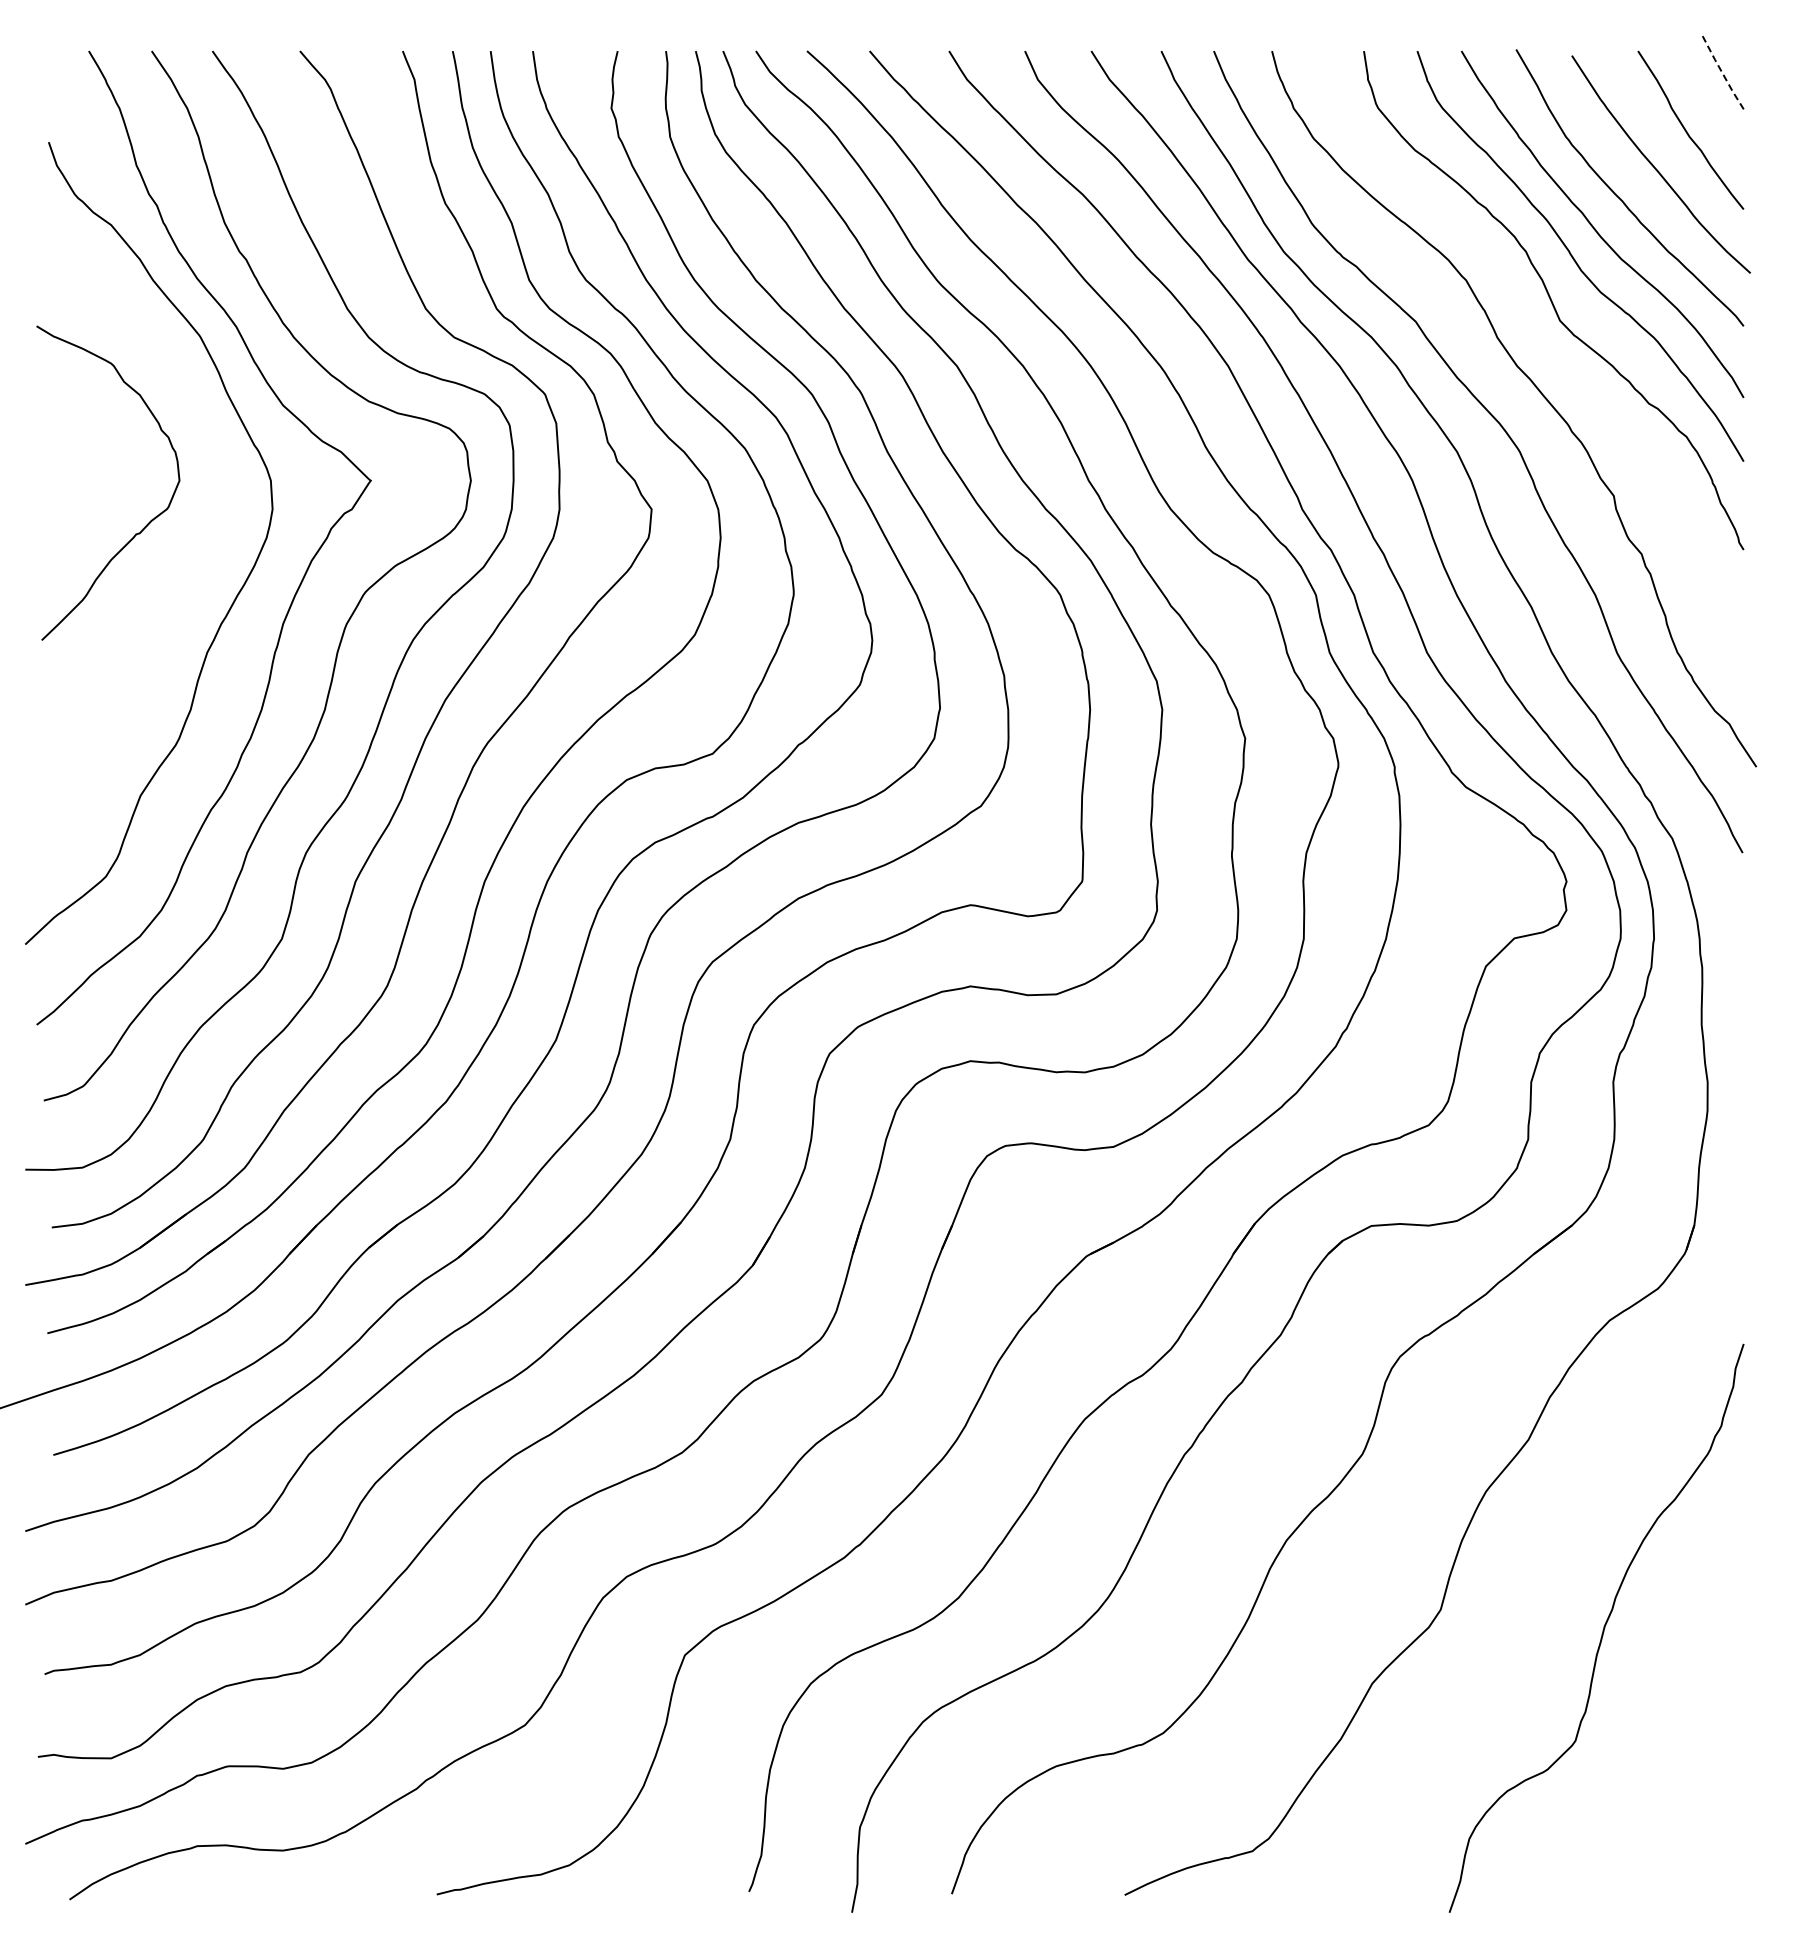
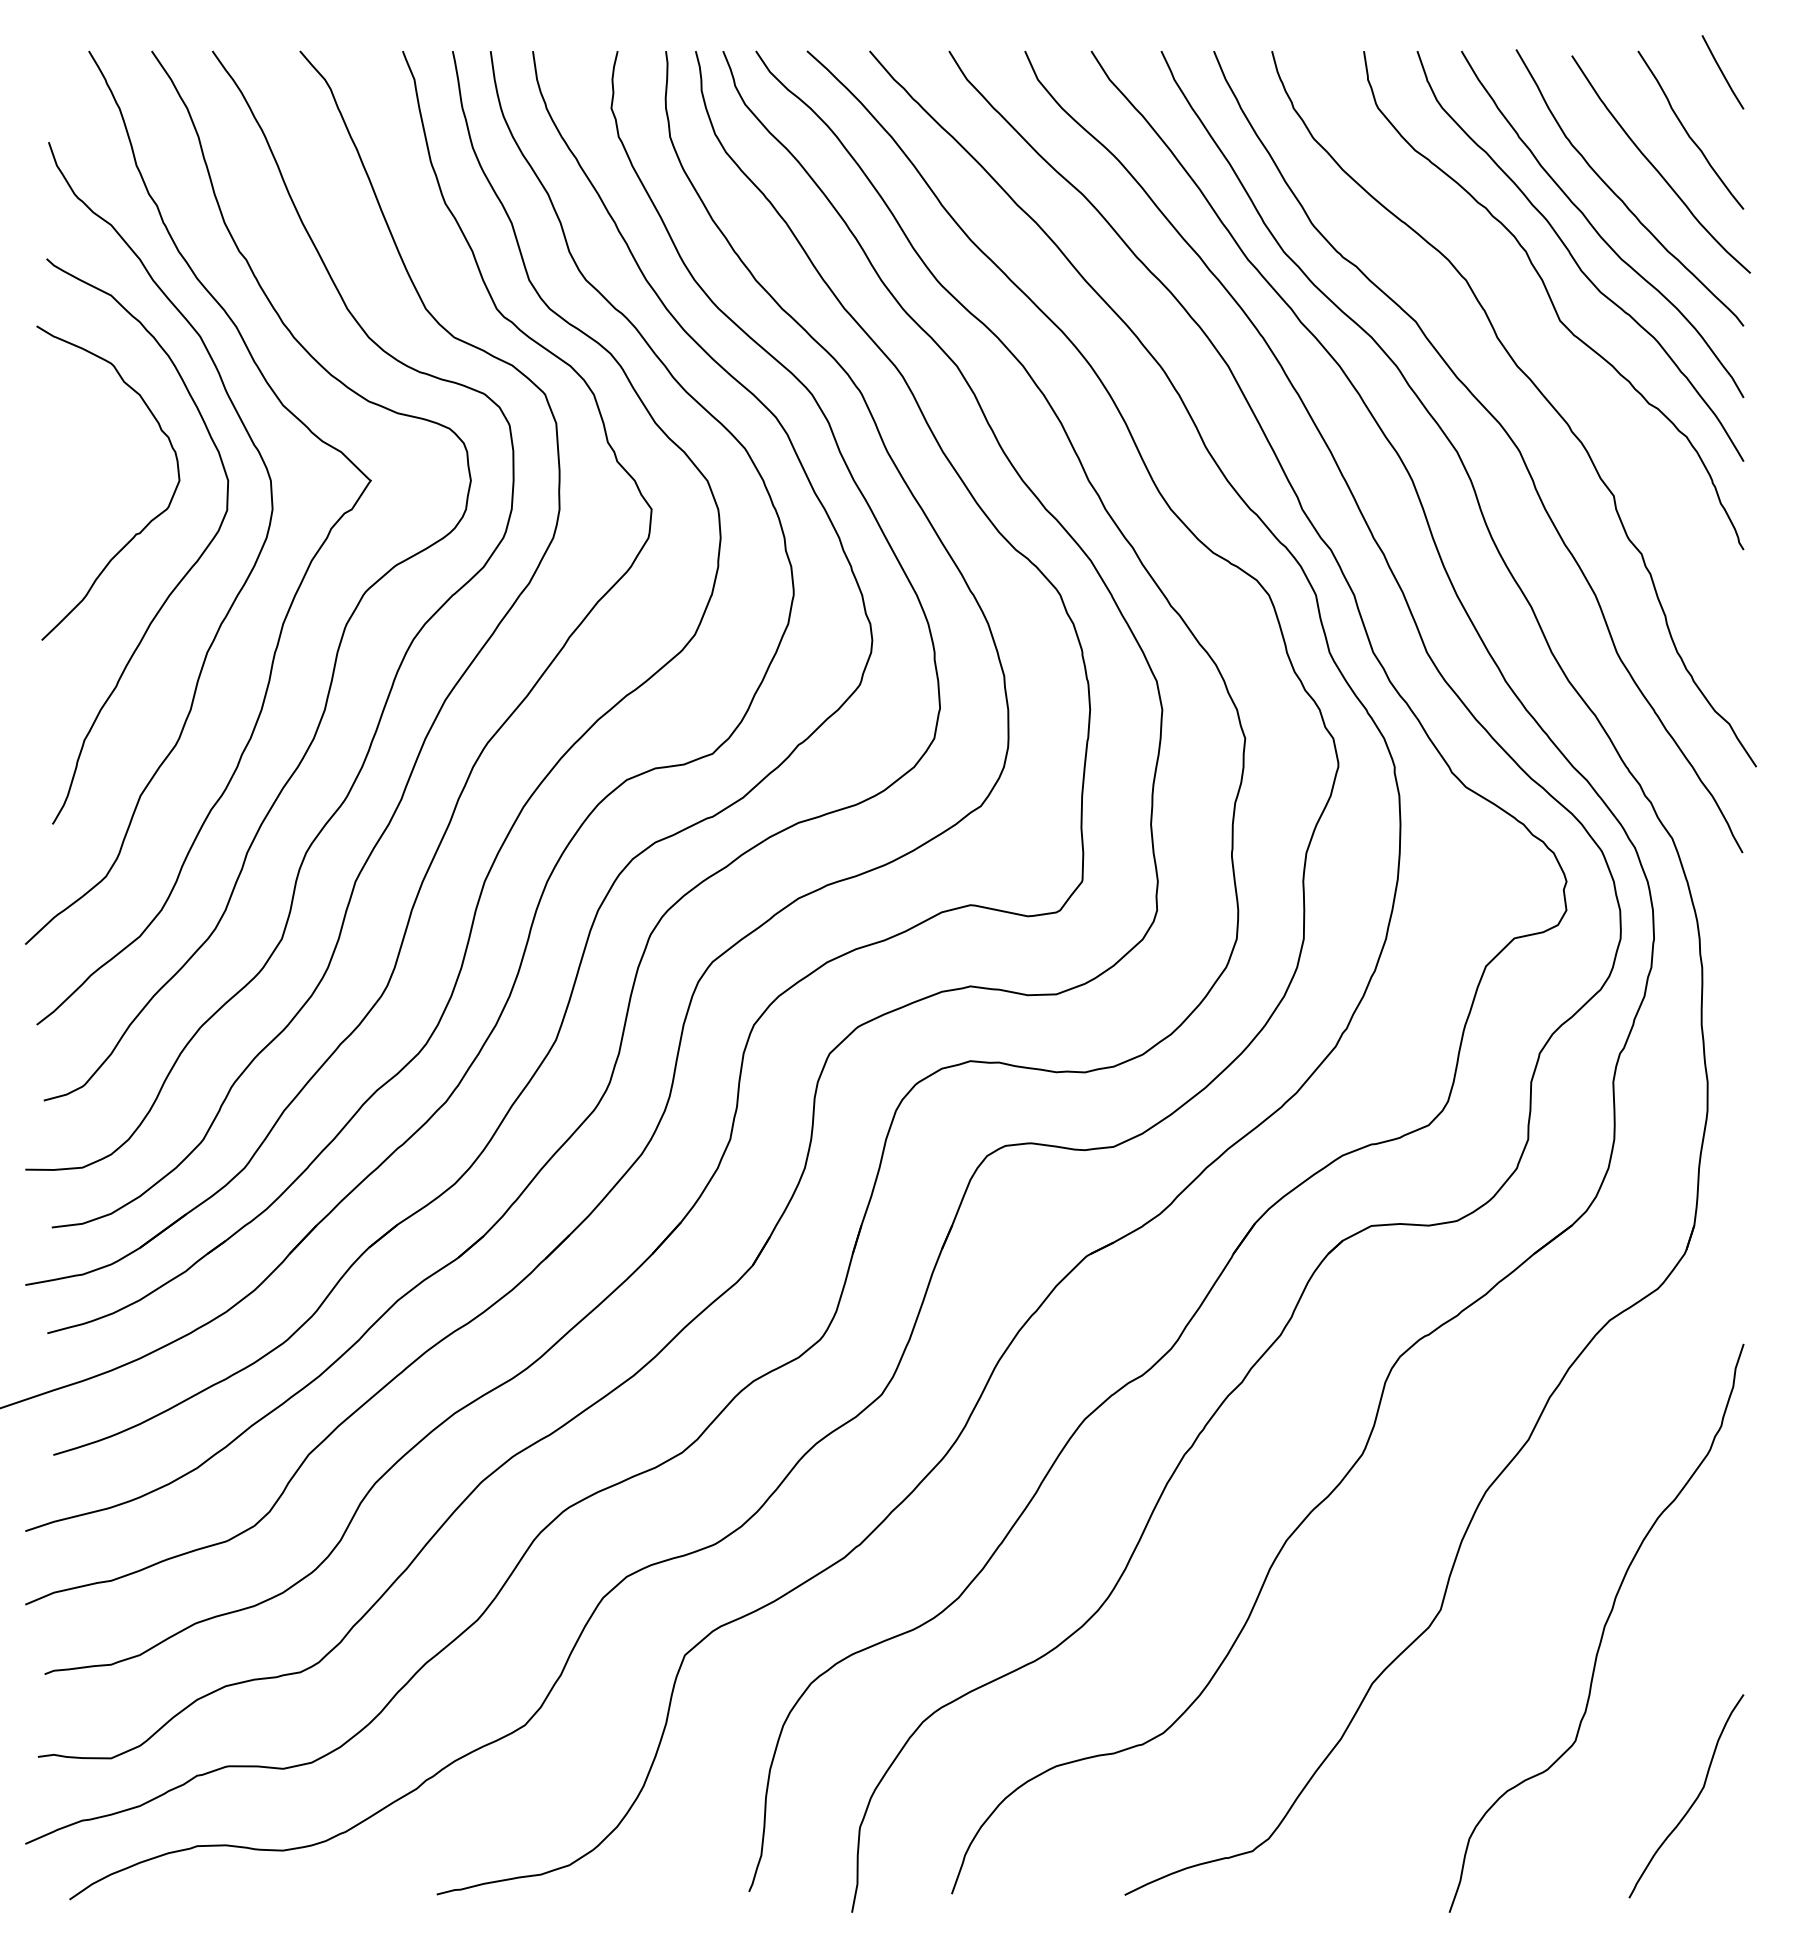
line at (1722, 72): dashed -> solid
curve at (180, 579): none -> present
curve at (1693, 1801): none -> present
